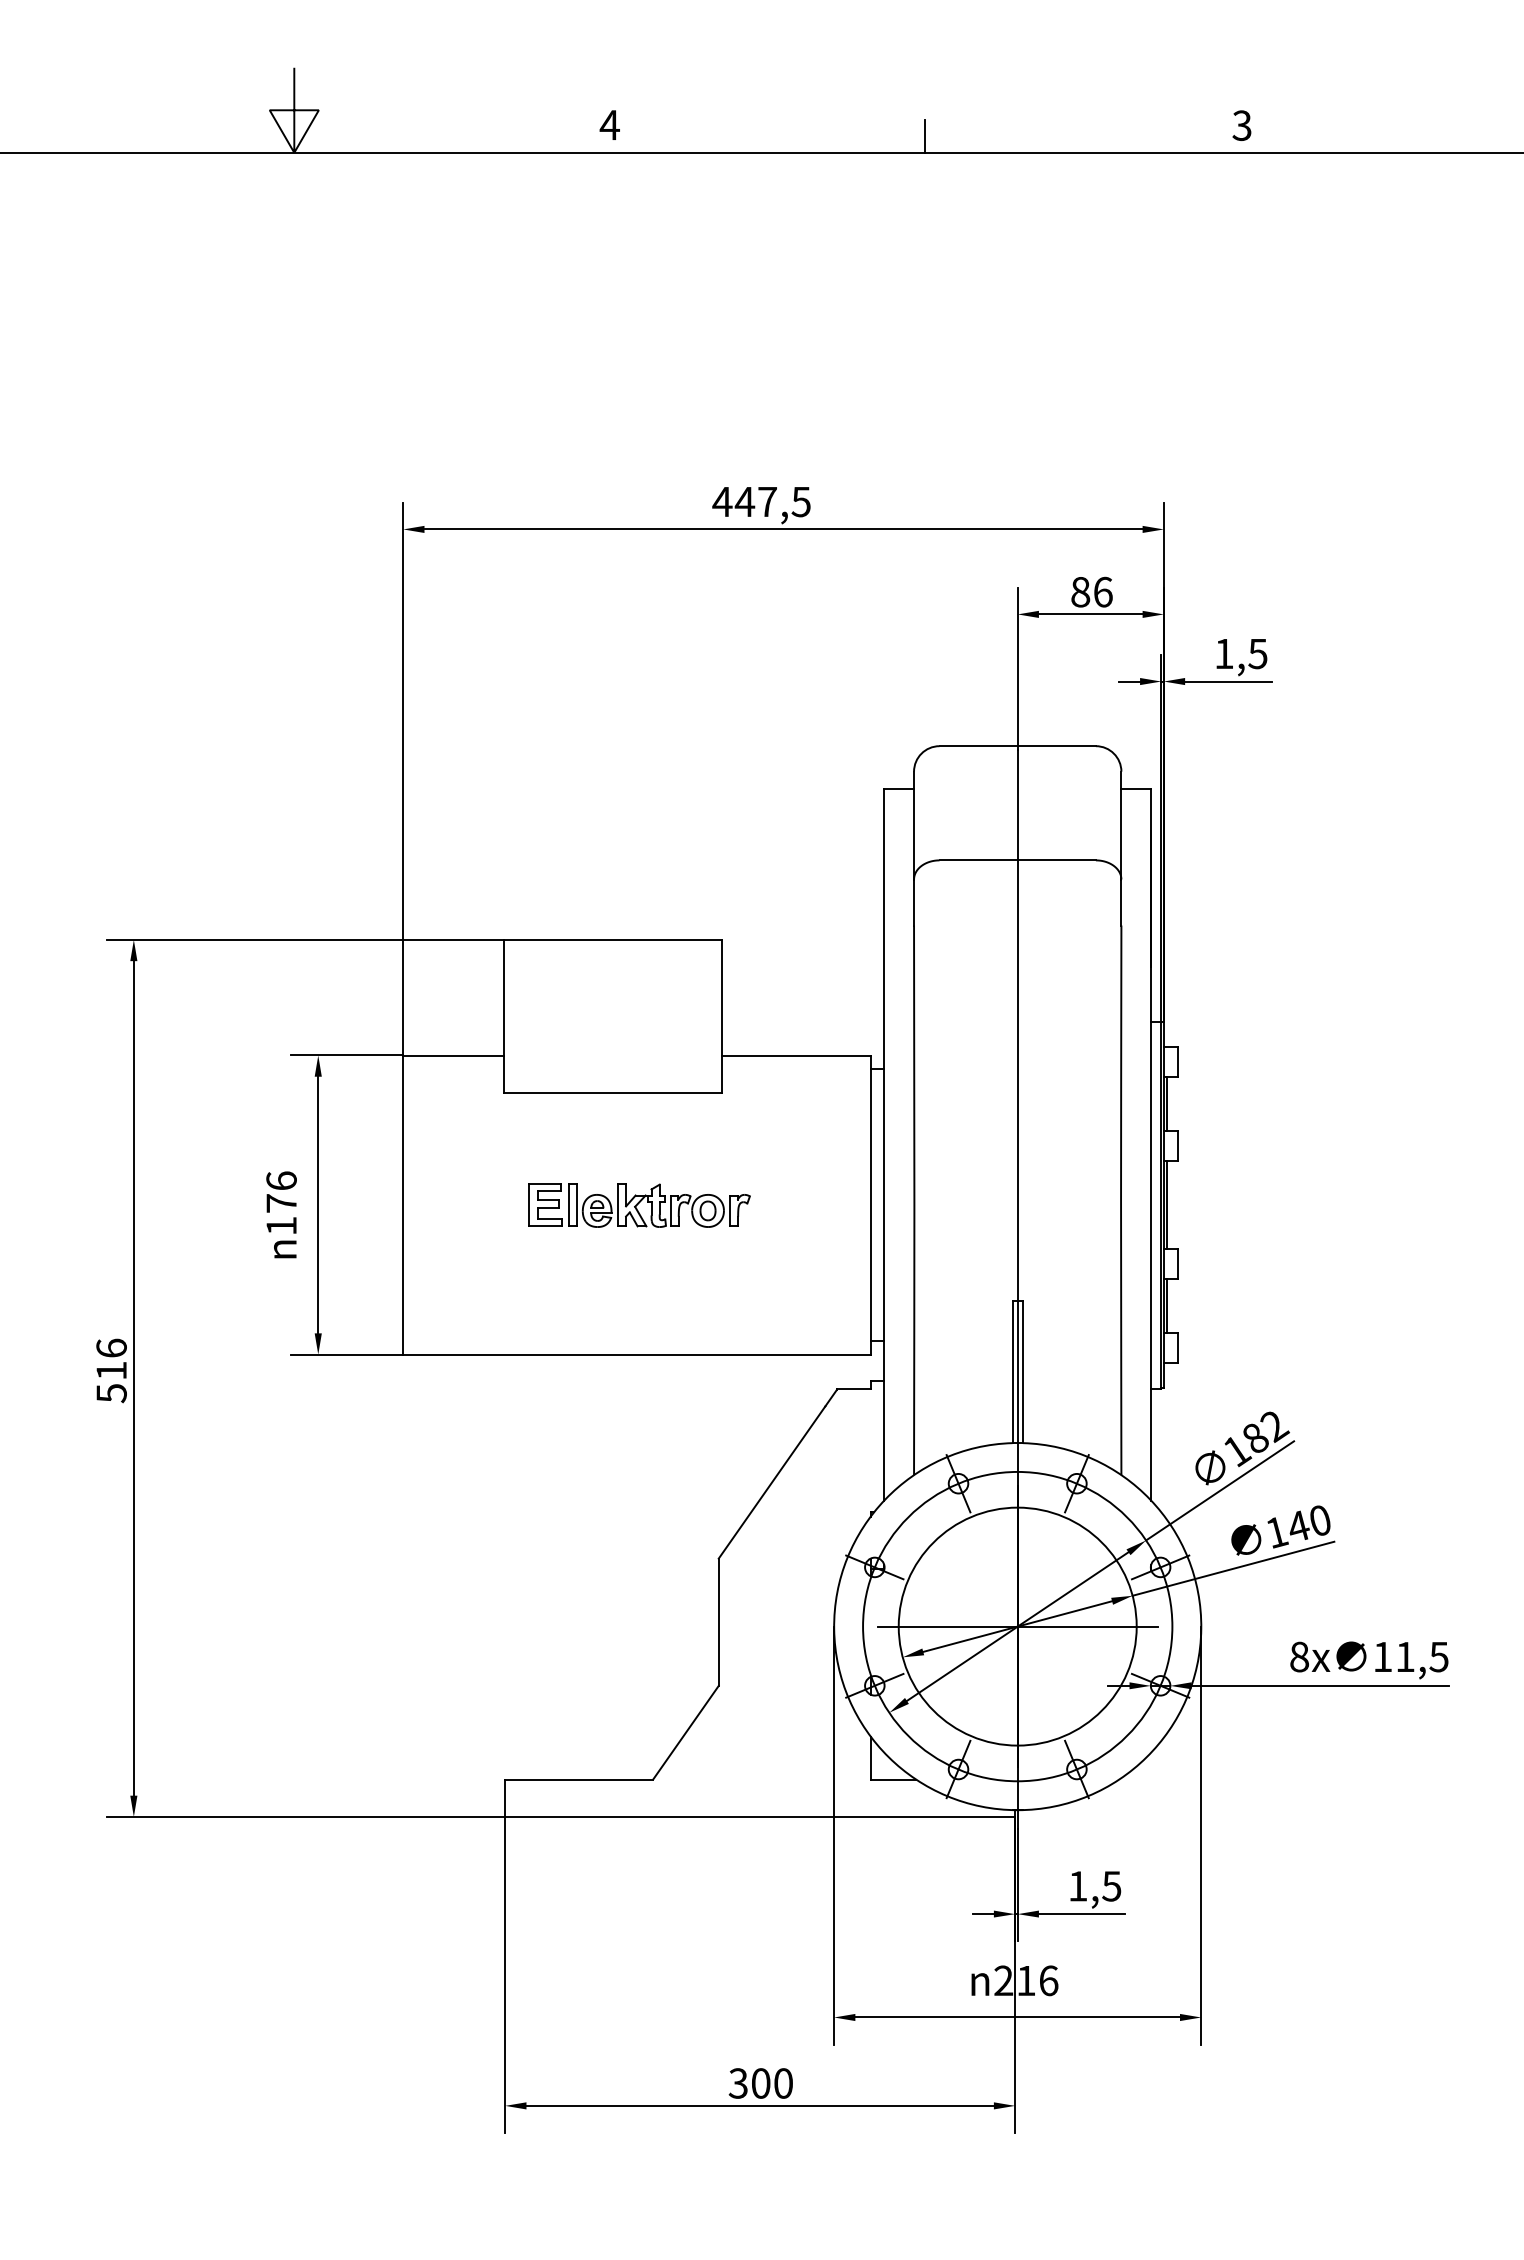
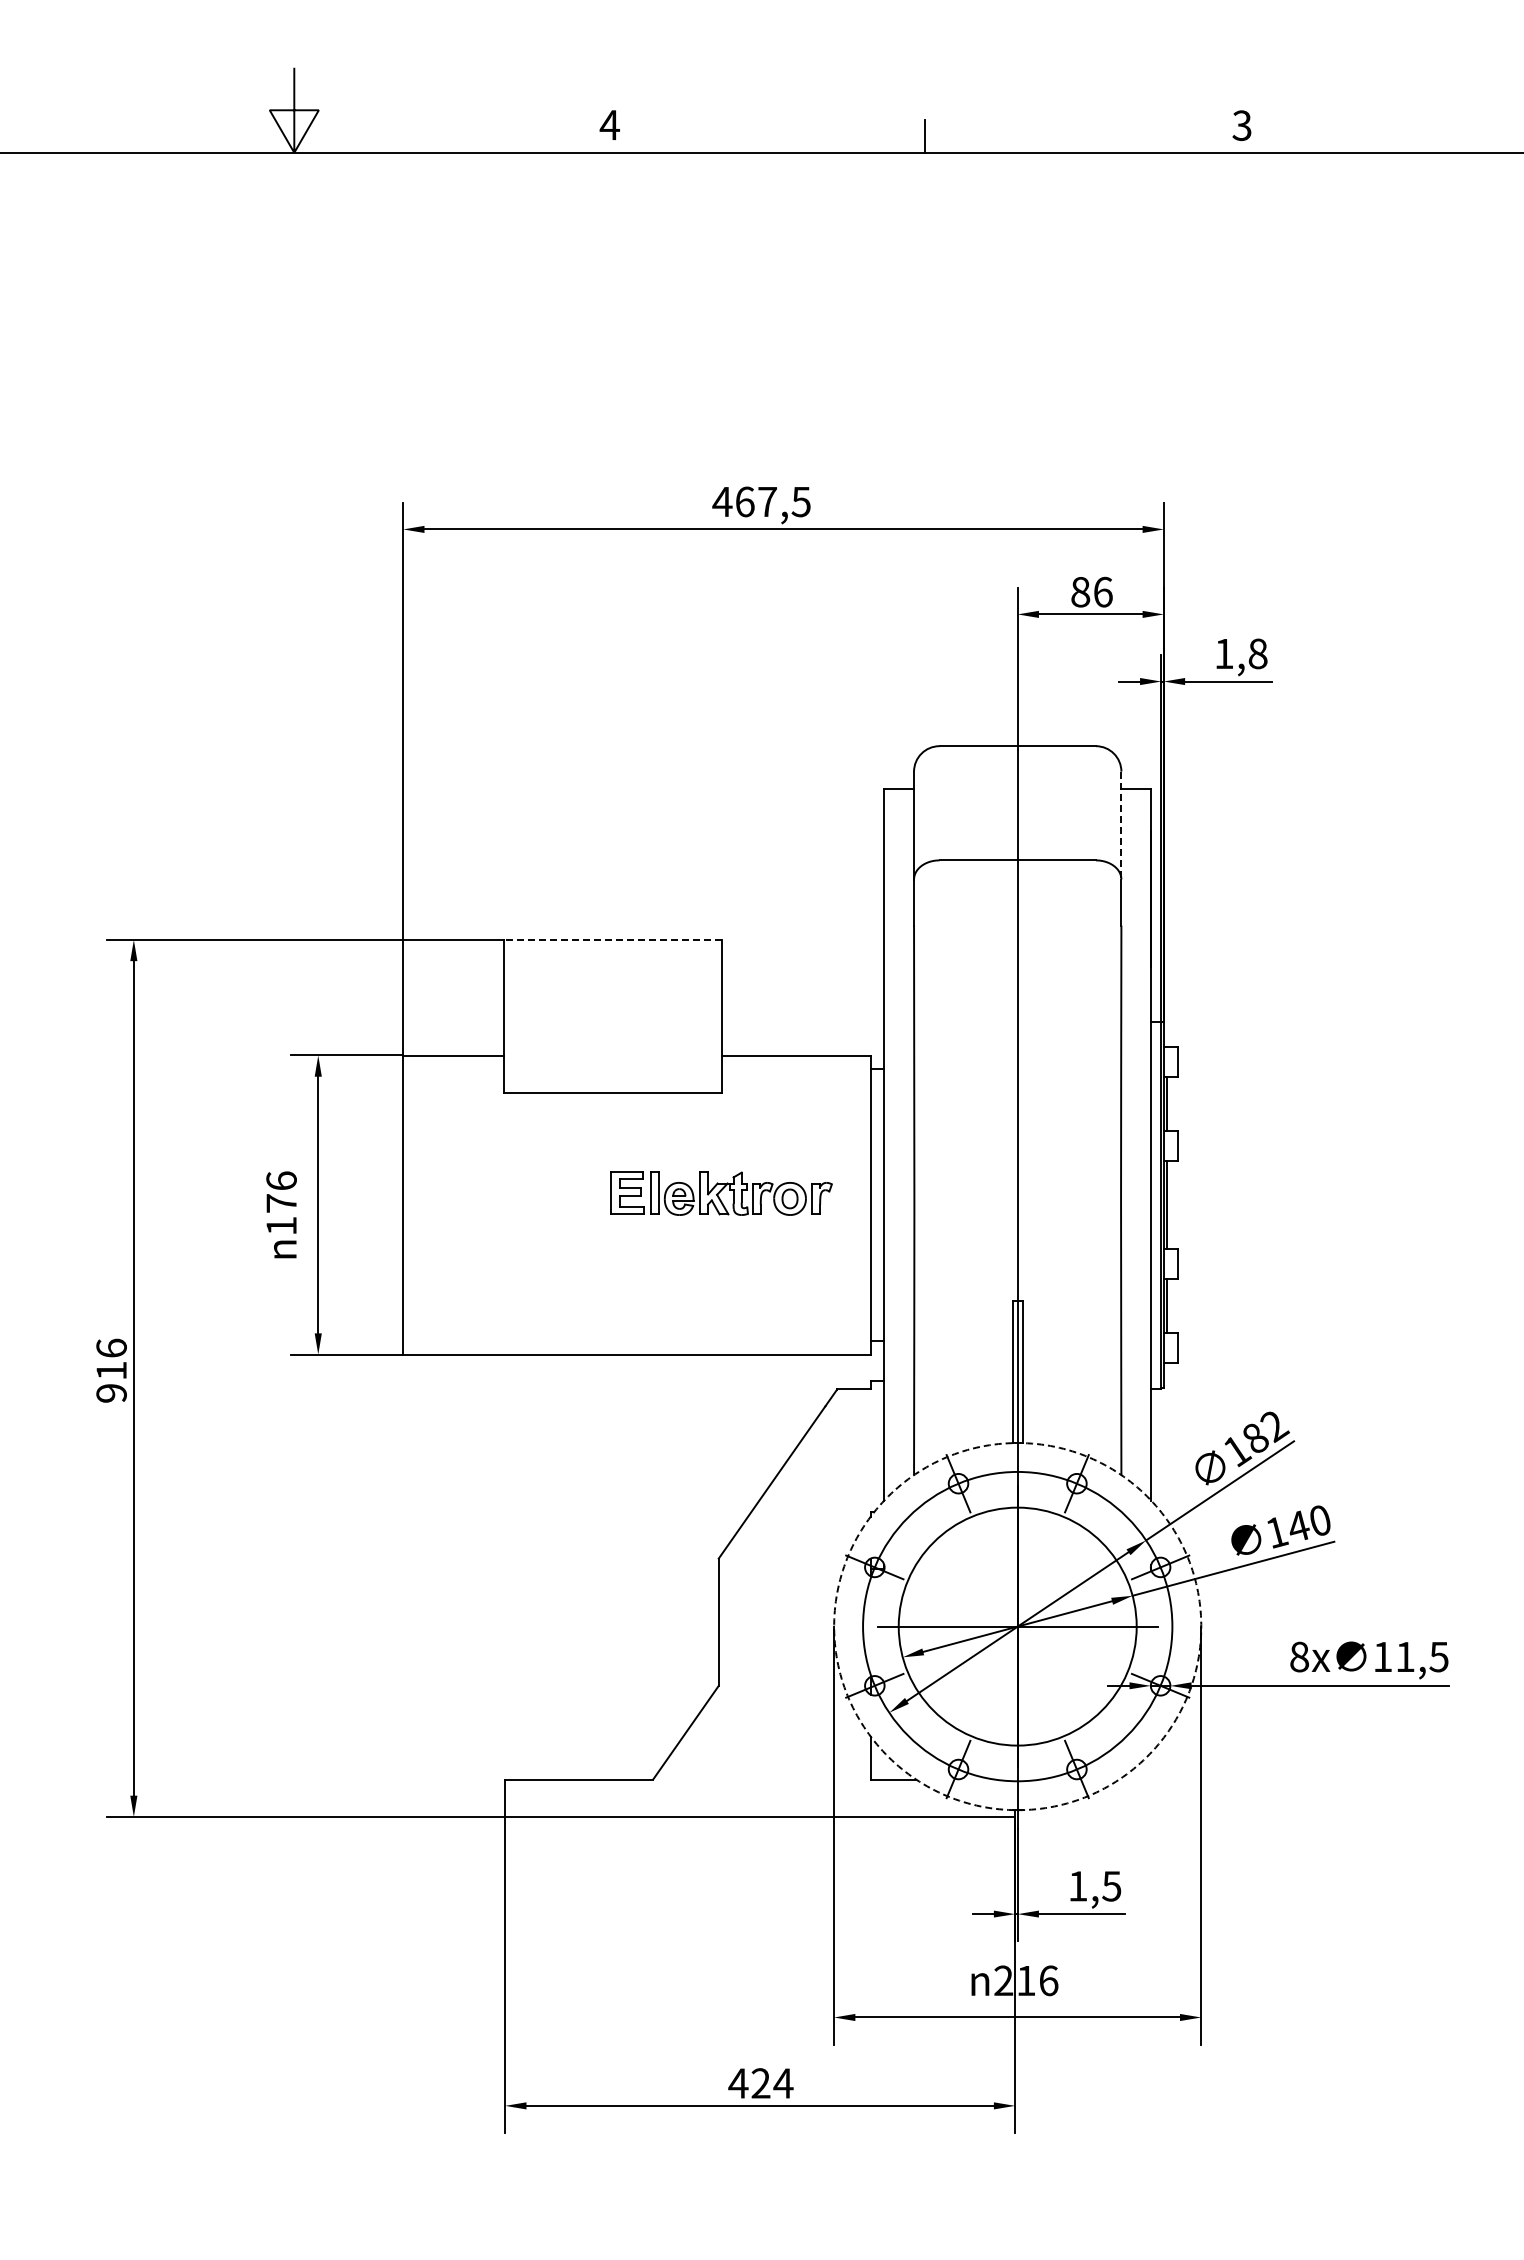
text at (744, 501): 447,5 -> 467,5
text at (1257, 653): 1,5 -> 1,8
line at (1121, 825): solid -> dashed
line at (613, 939): solid -> dashed
part at (639, 1205) position: (639, 1205) -> (721, 1193)
text at (111, 1393): 516 -> 916
arc at (1017, 1810): solid -> dashed
text at (760, 2083): 300 -> 424
